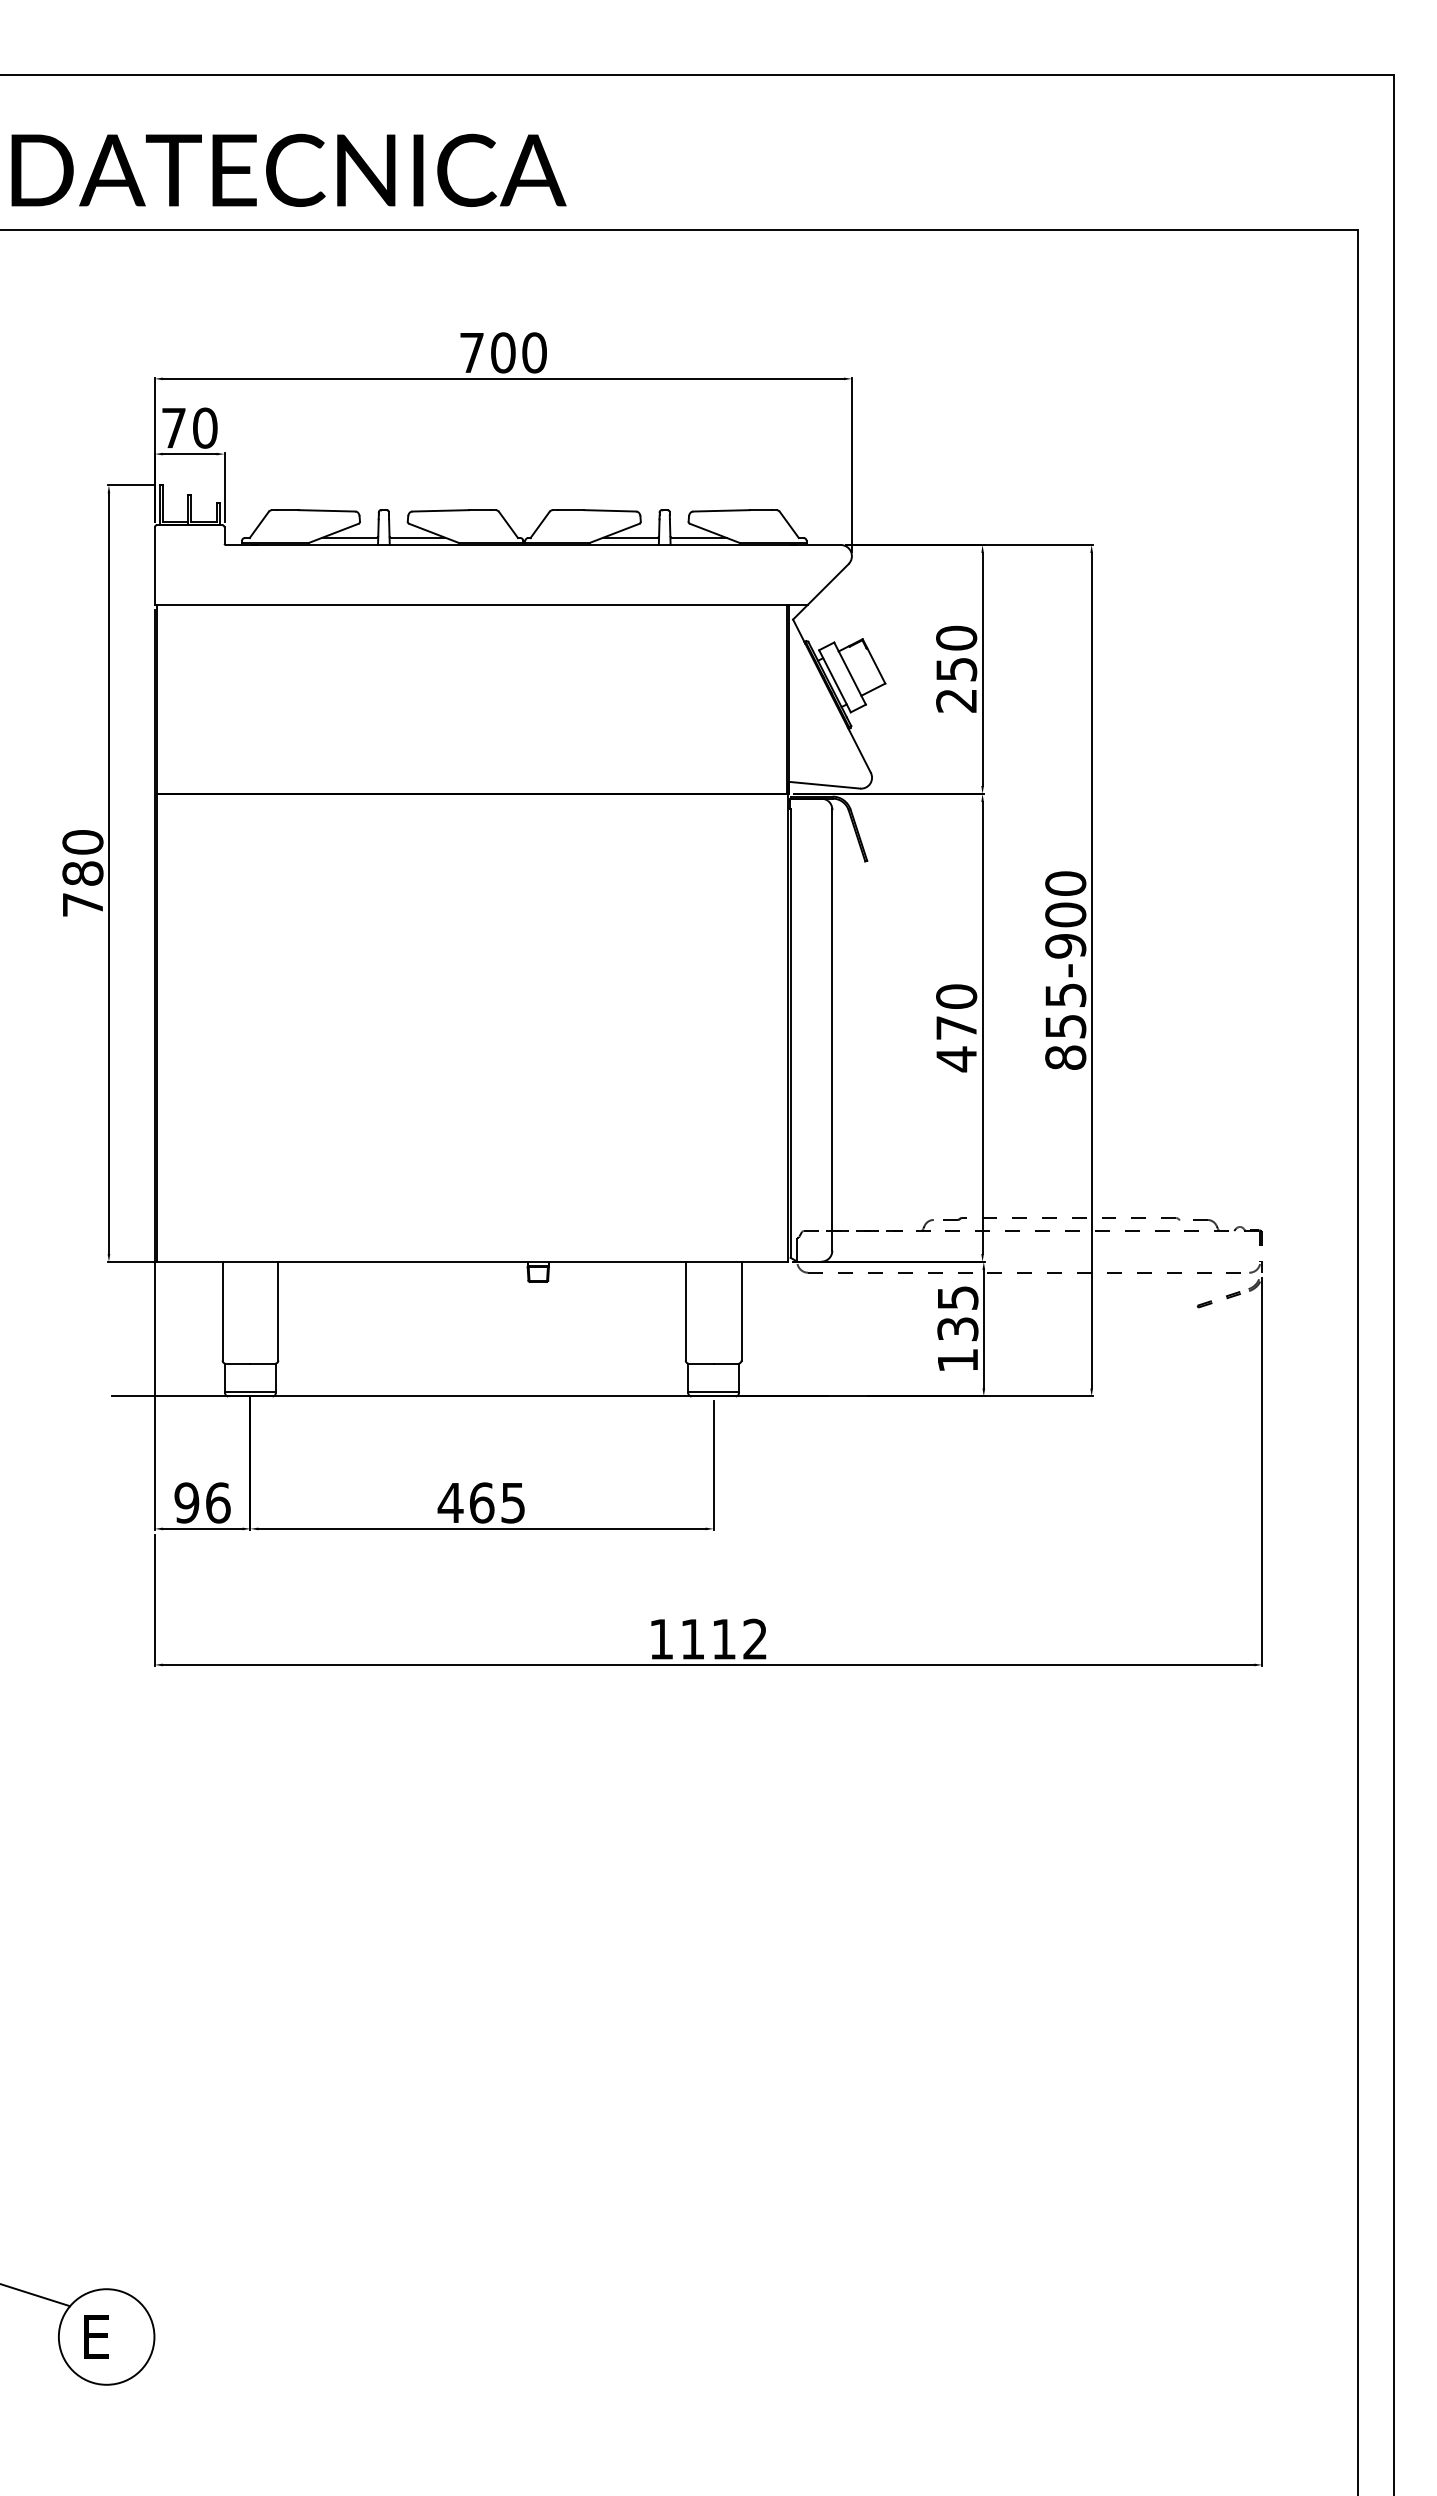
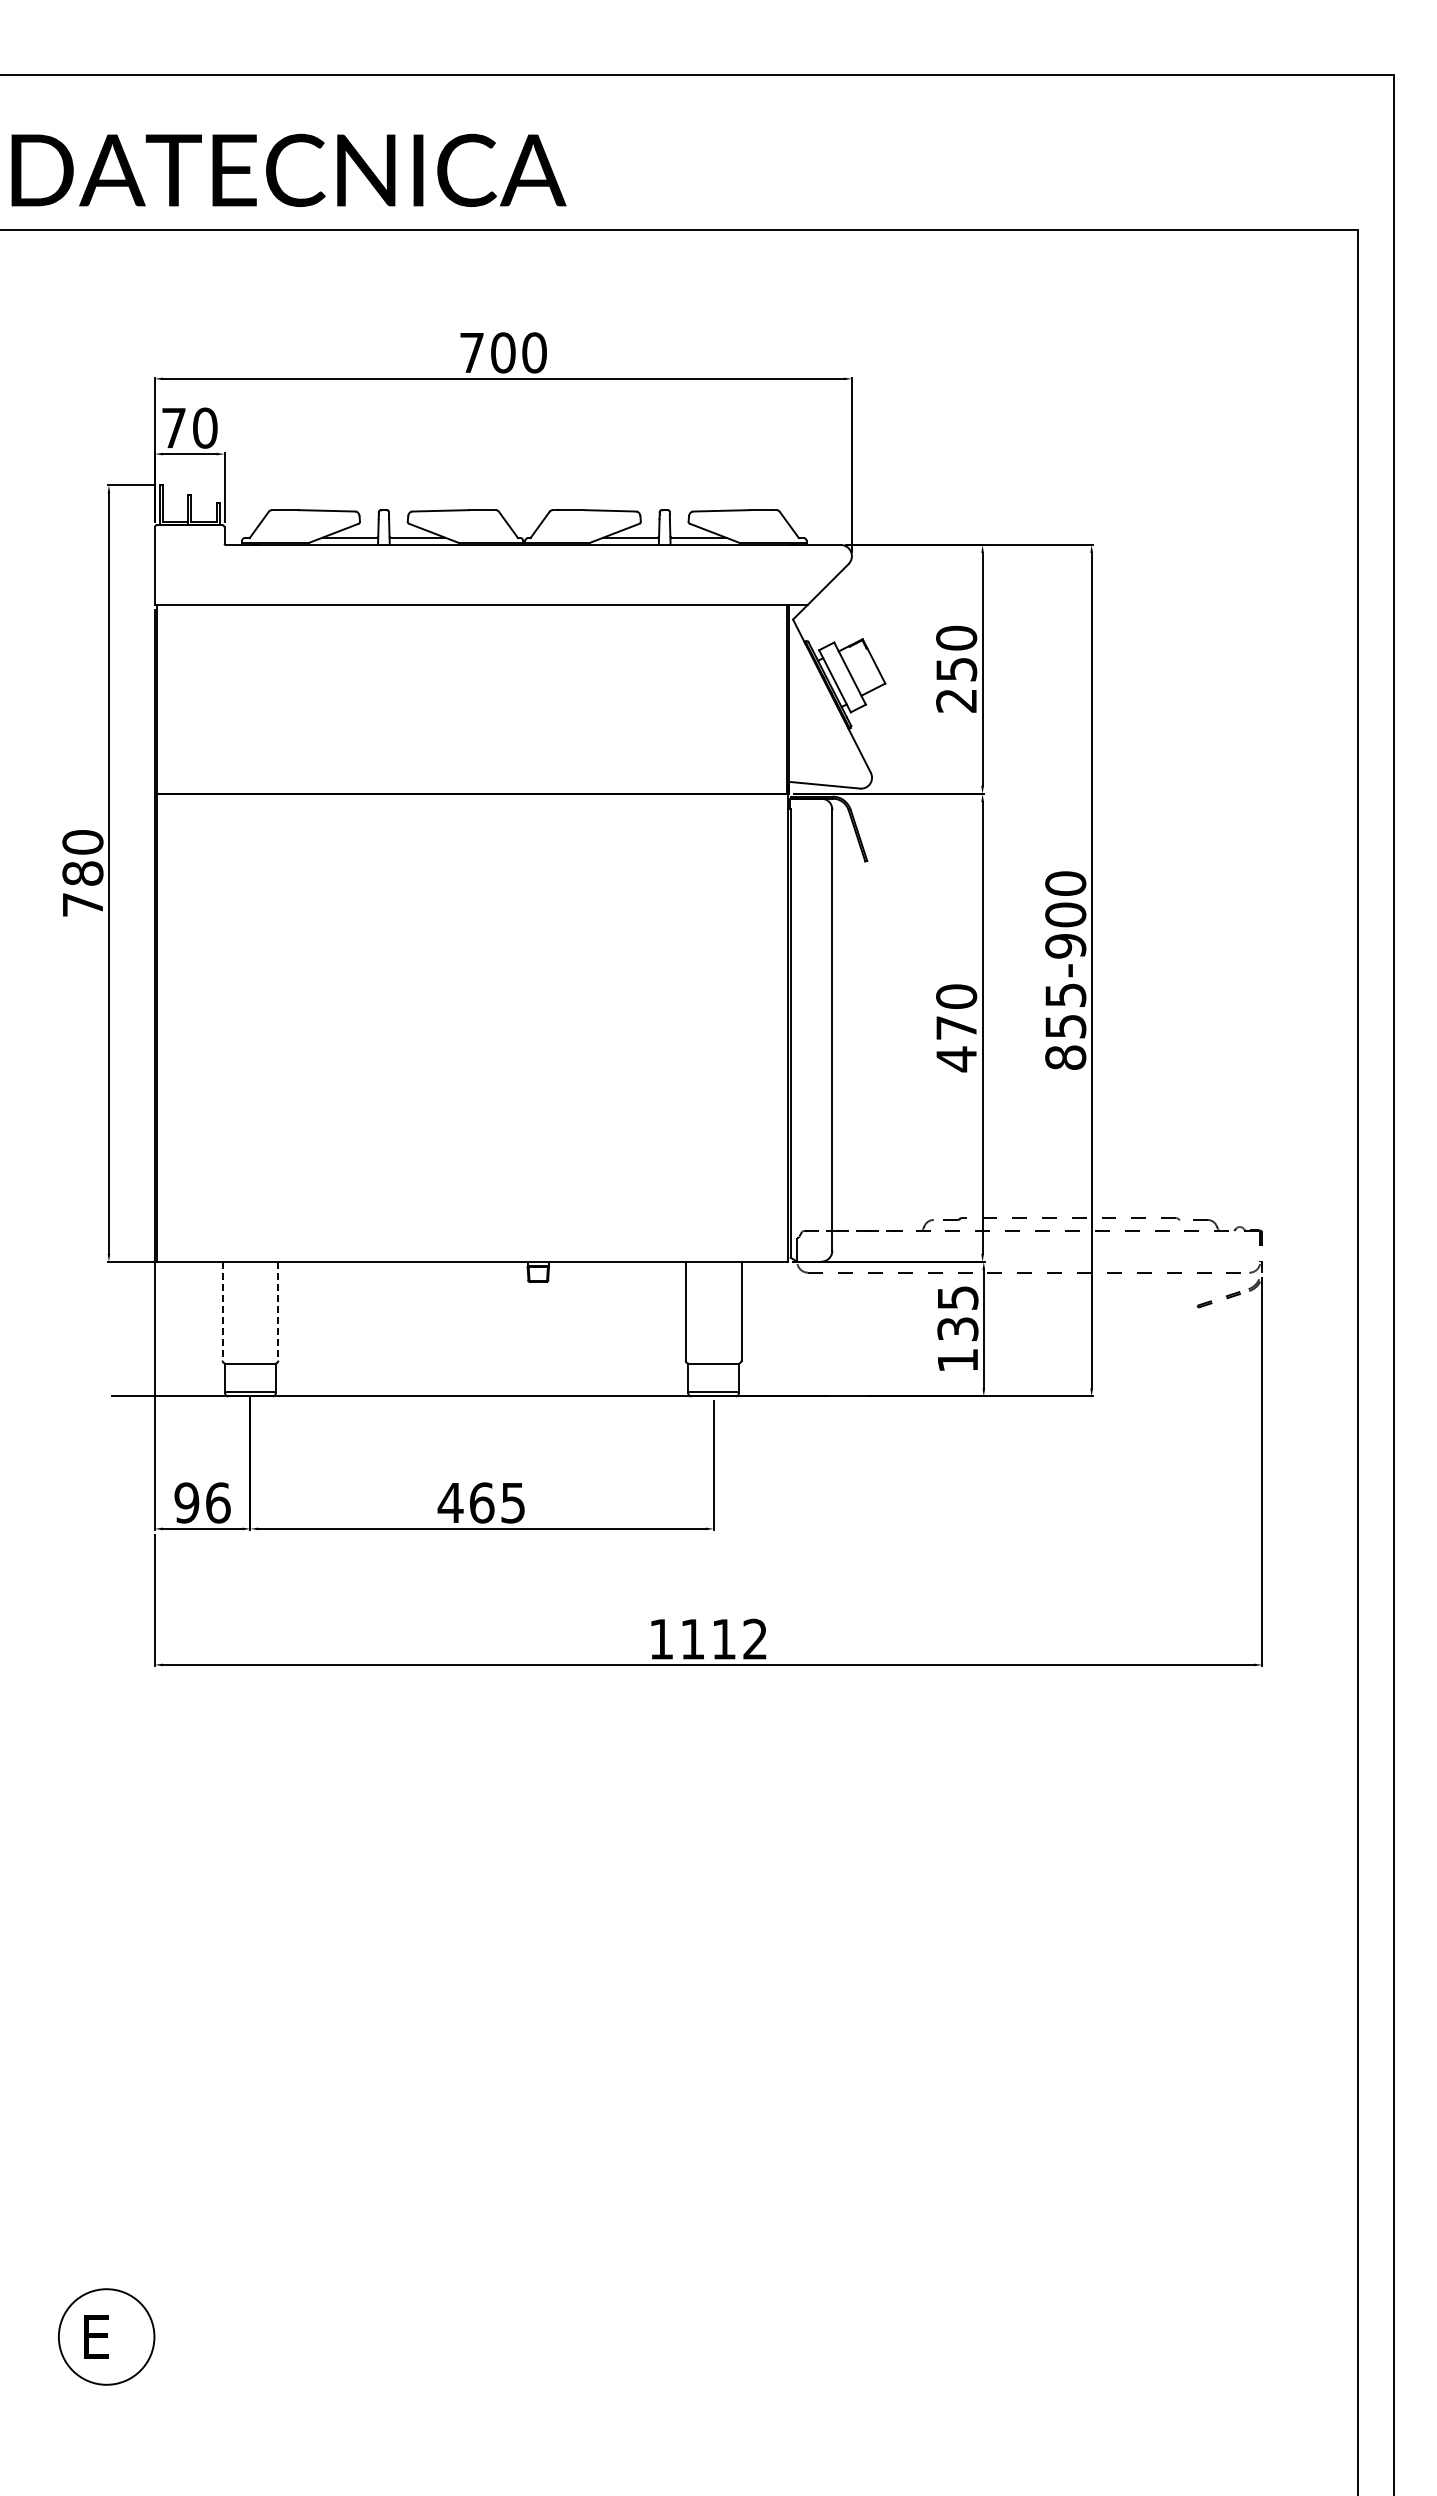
line at (222, 1311): solid -> dashed
line at (278, 1311): solid -> dashed
line at (36, 2295): present -> none
